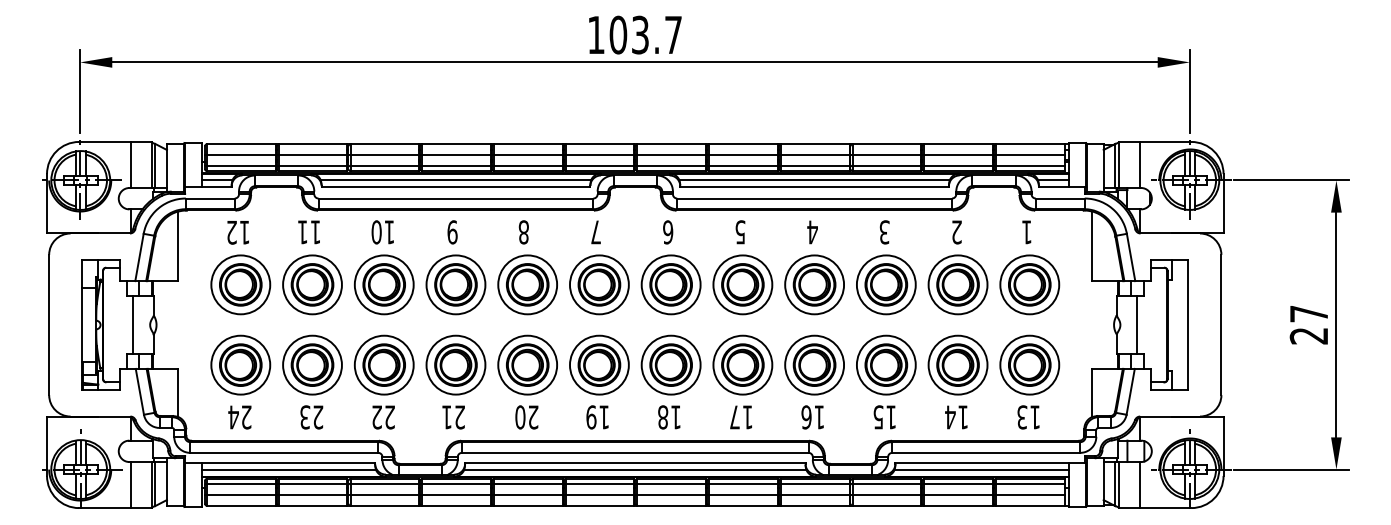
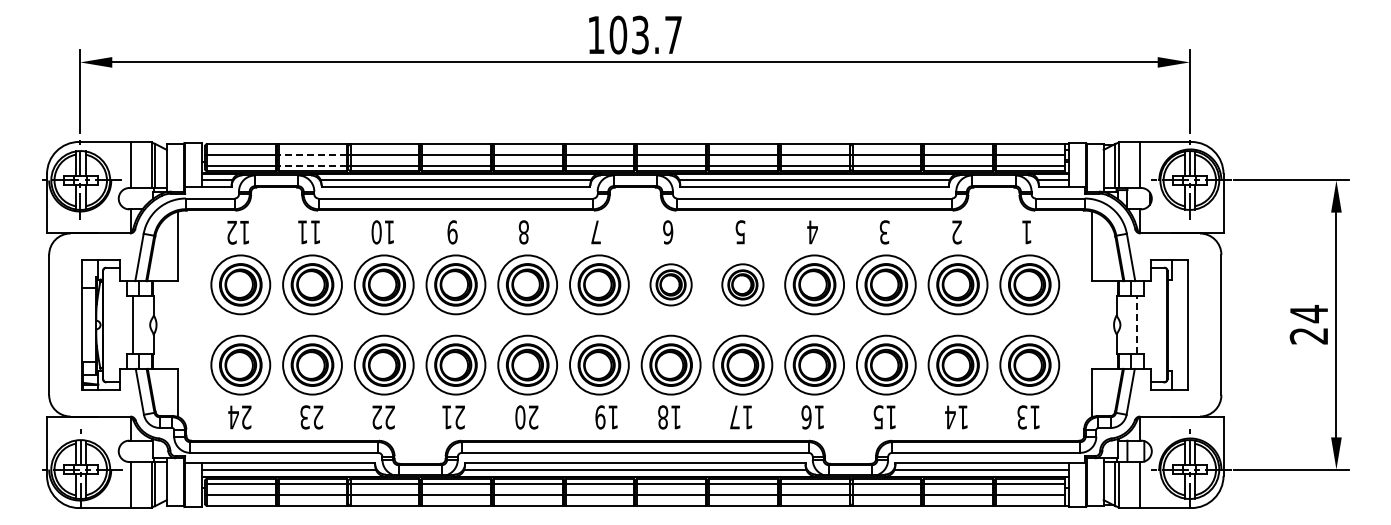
line at (311, 155): solid -> dashed
line at (312, 166): solid -> dashed
part at (670, 284) size: 62x62 px -> 44x44 px
part at (742, 284) size: 62x62 px -> 44x44 px
text at (1308, 313): 27 -> 24
line at (1137, 324): solid -> dashed
text at (597, 417) position: (597, 417) -> (606, 417)
